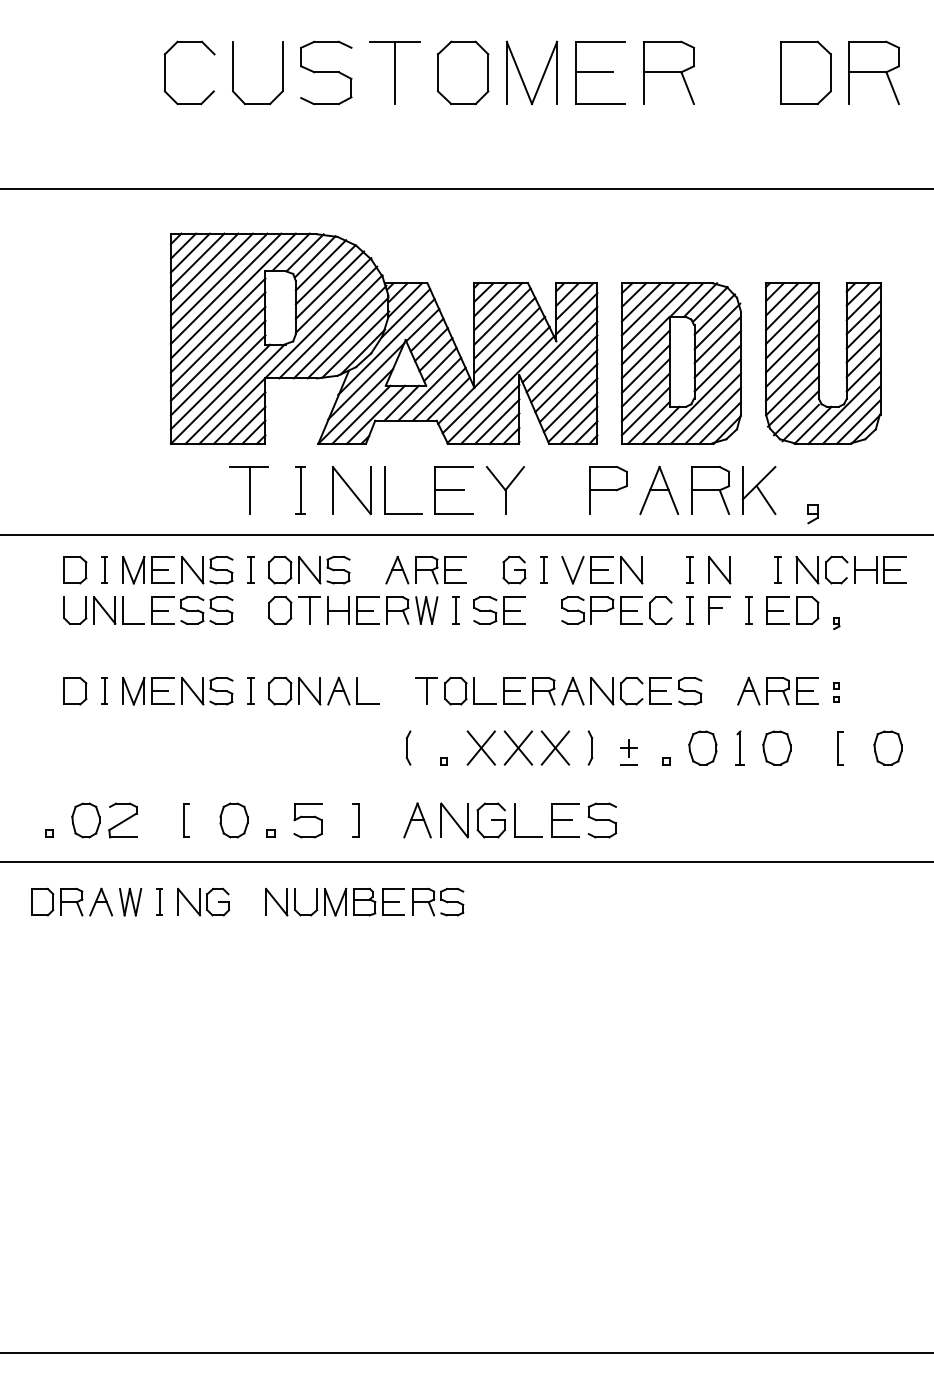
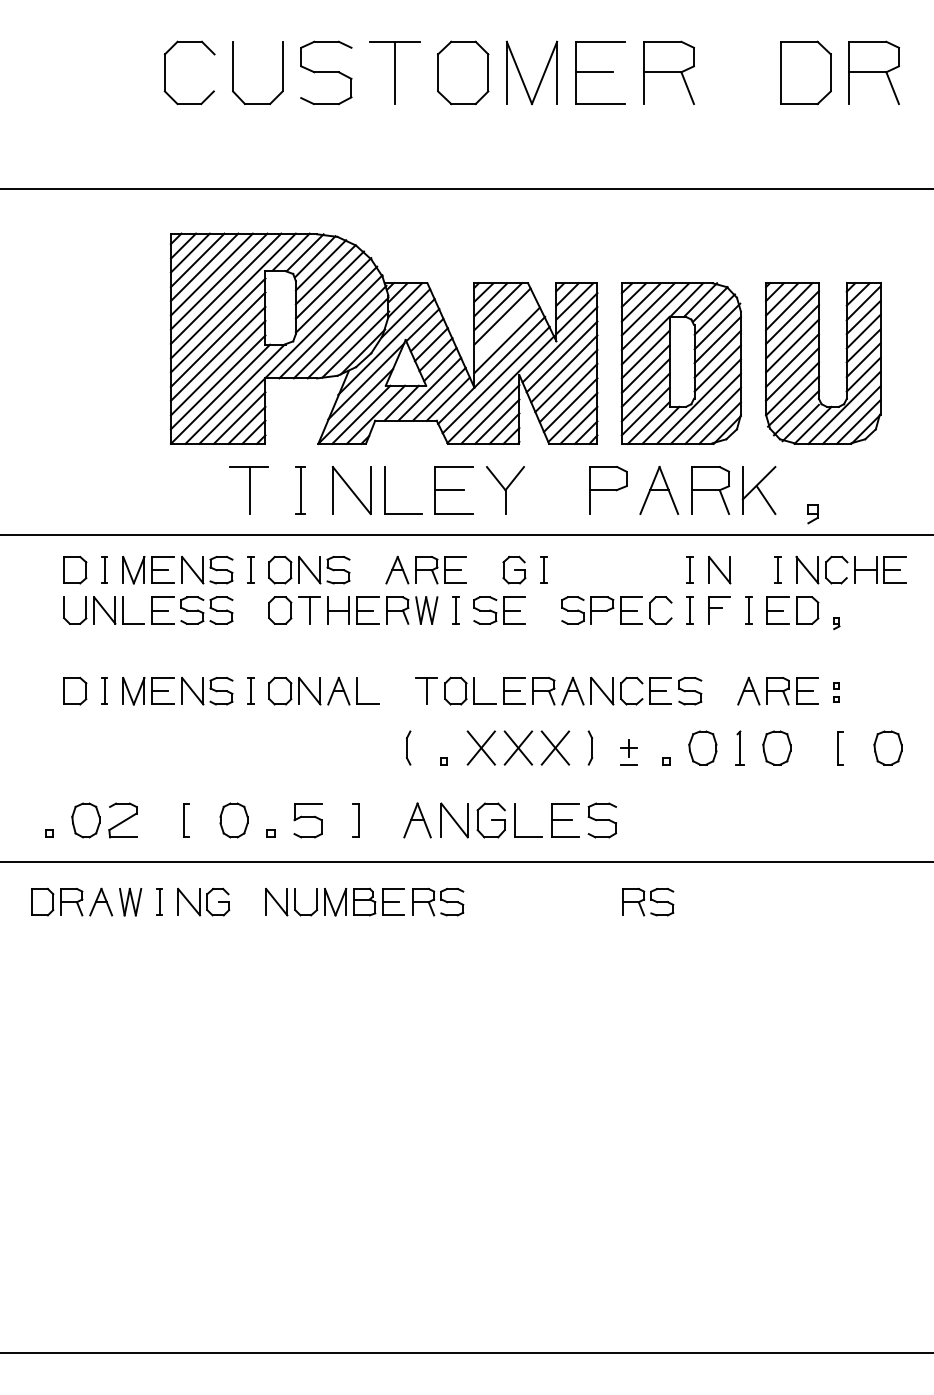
line at (504, 327): present -> none
part at (602, 569): present -> none
part at (648, 901): none -> present
